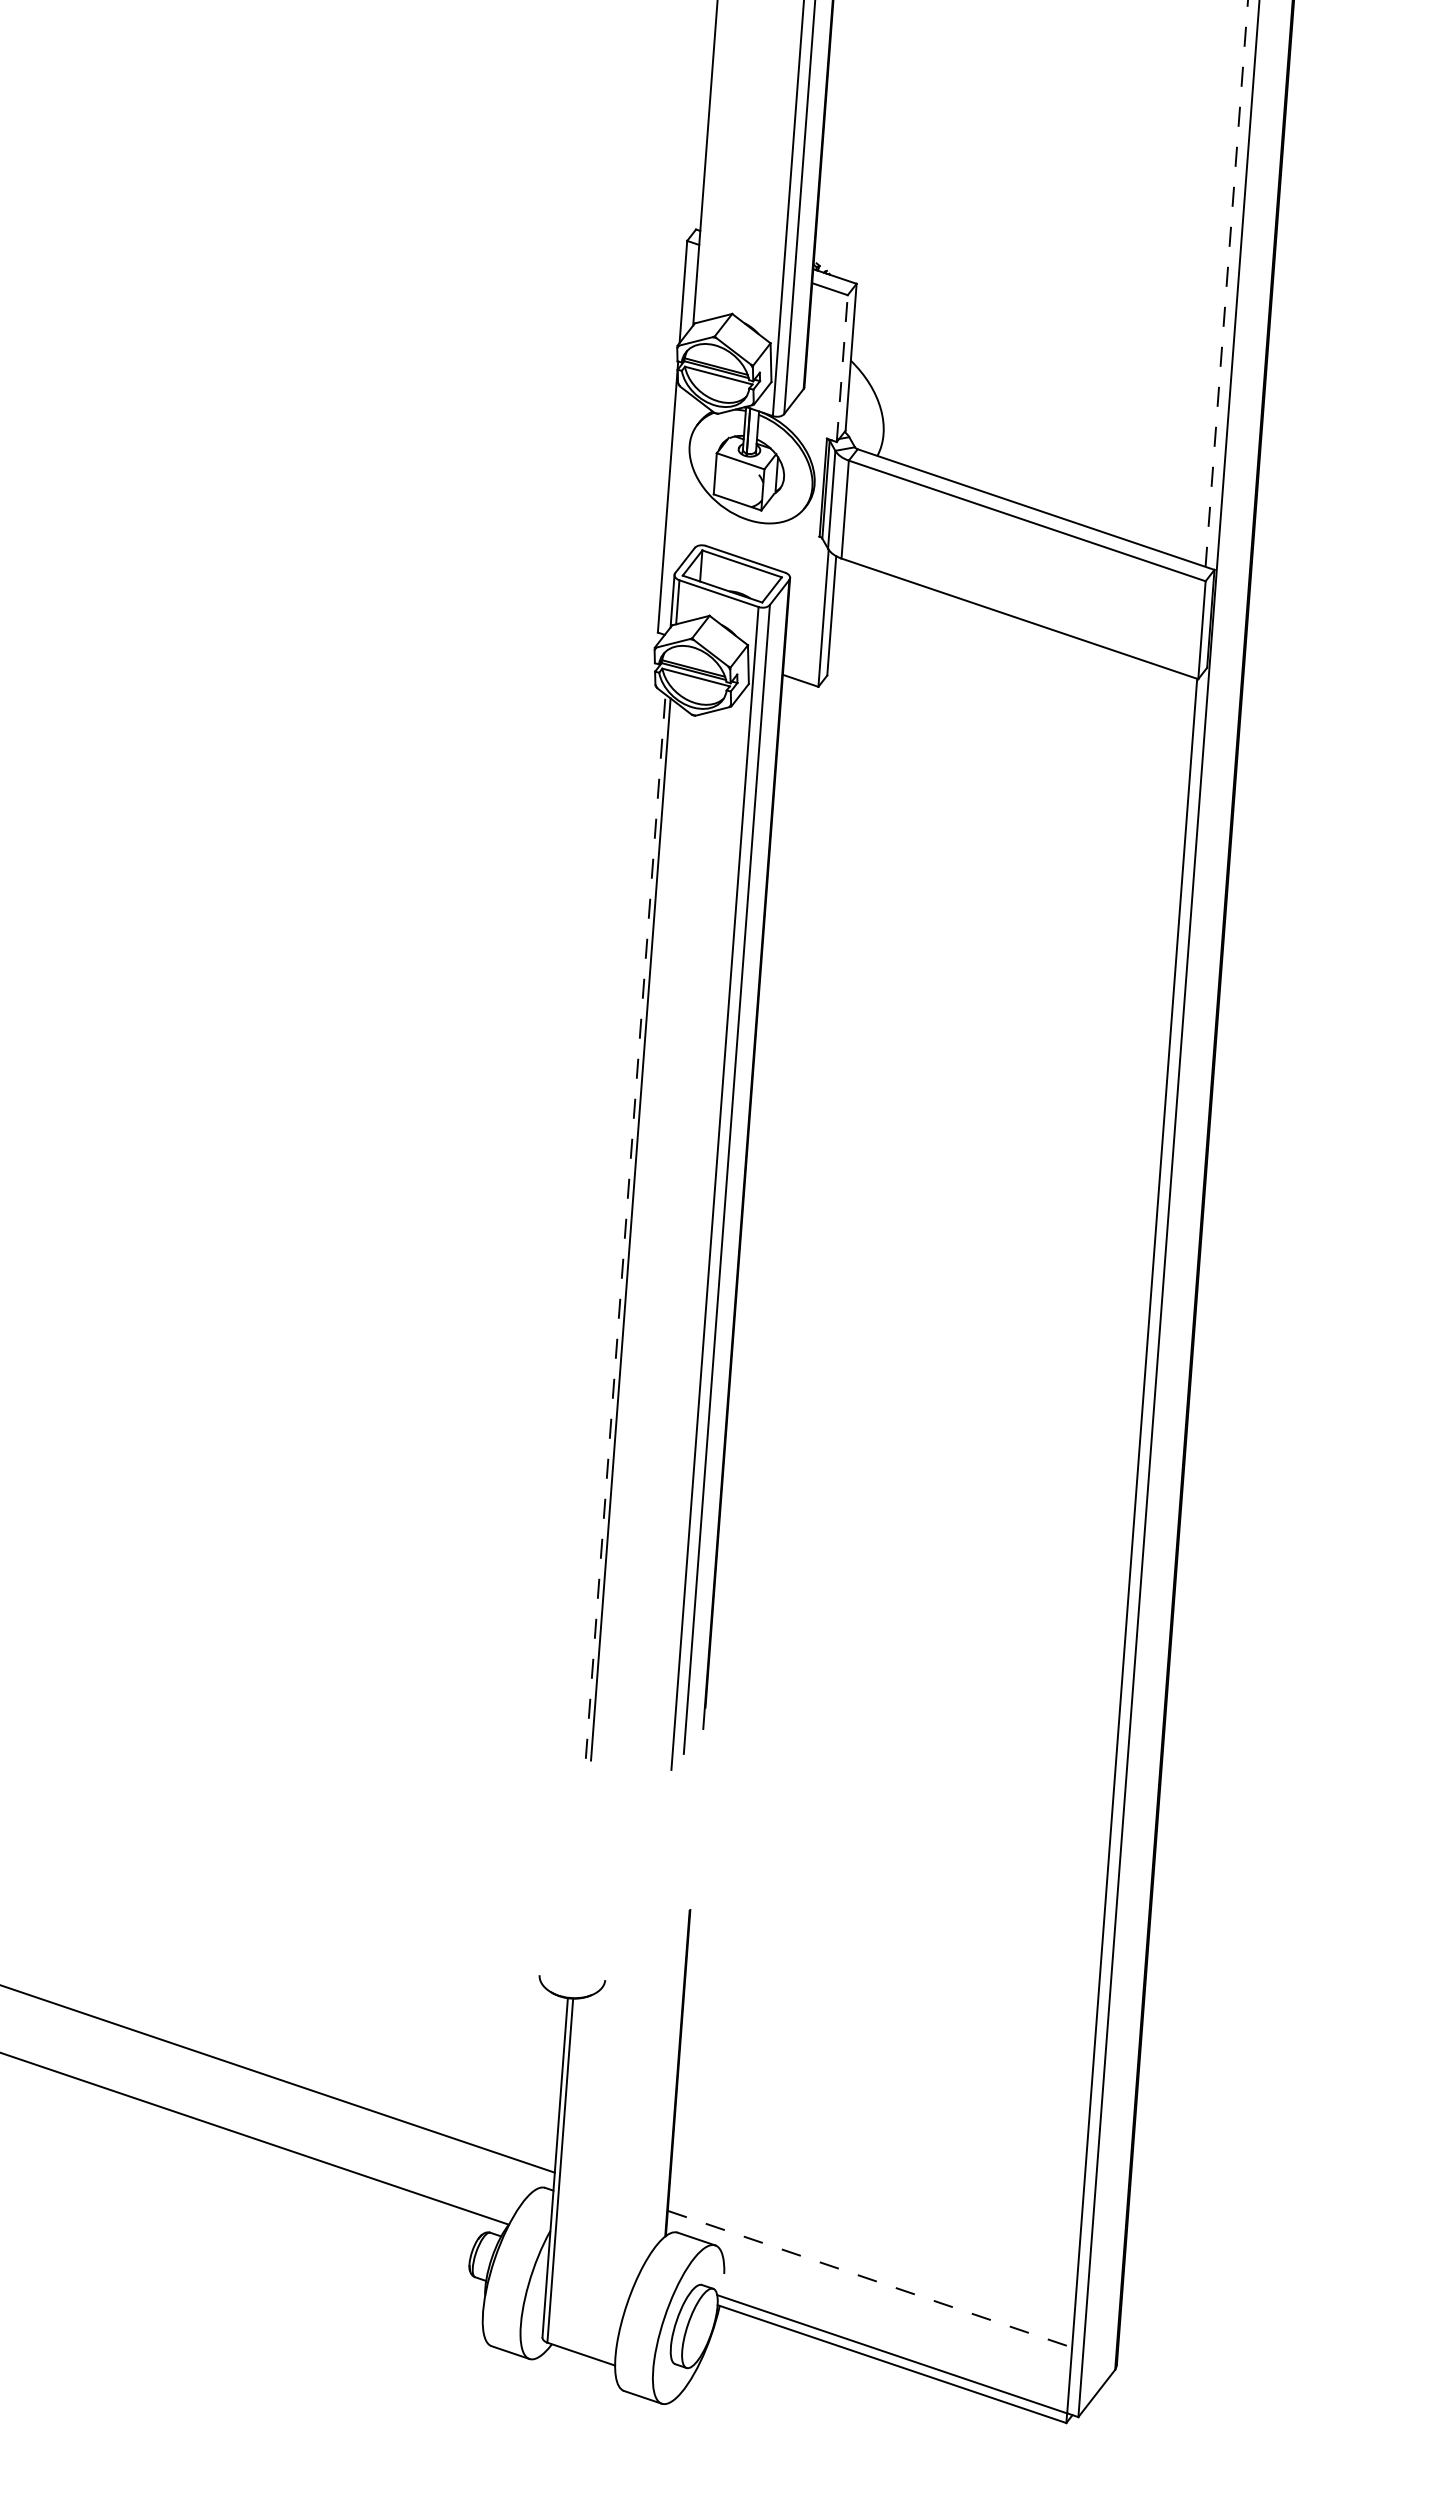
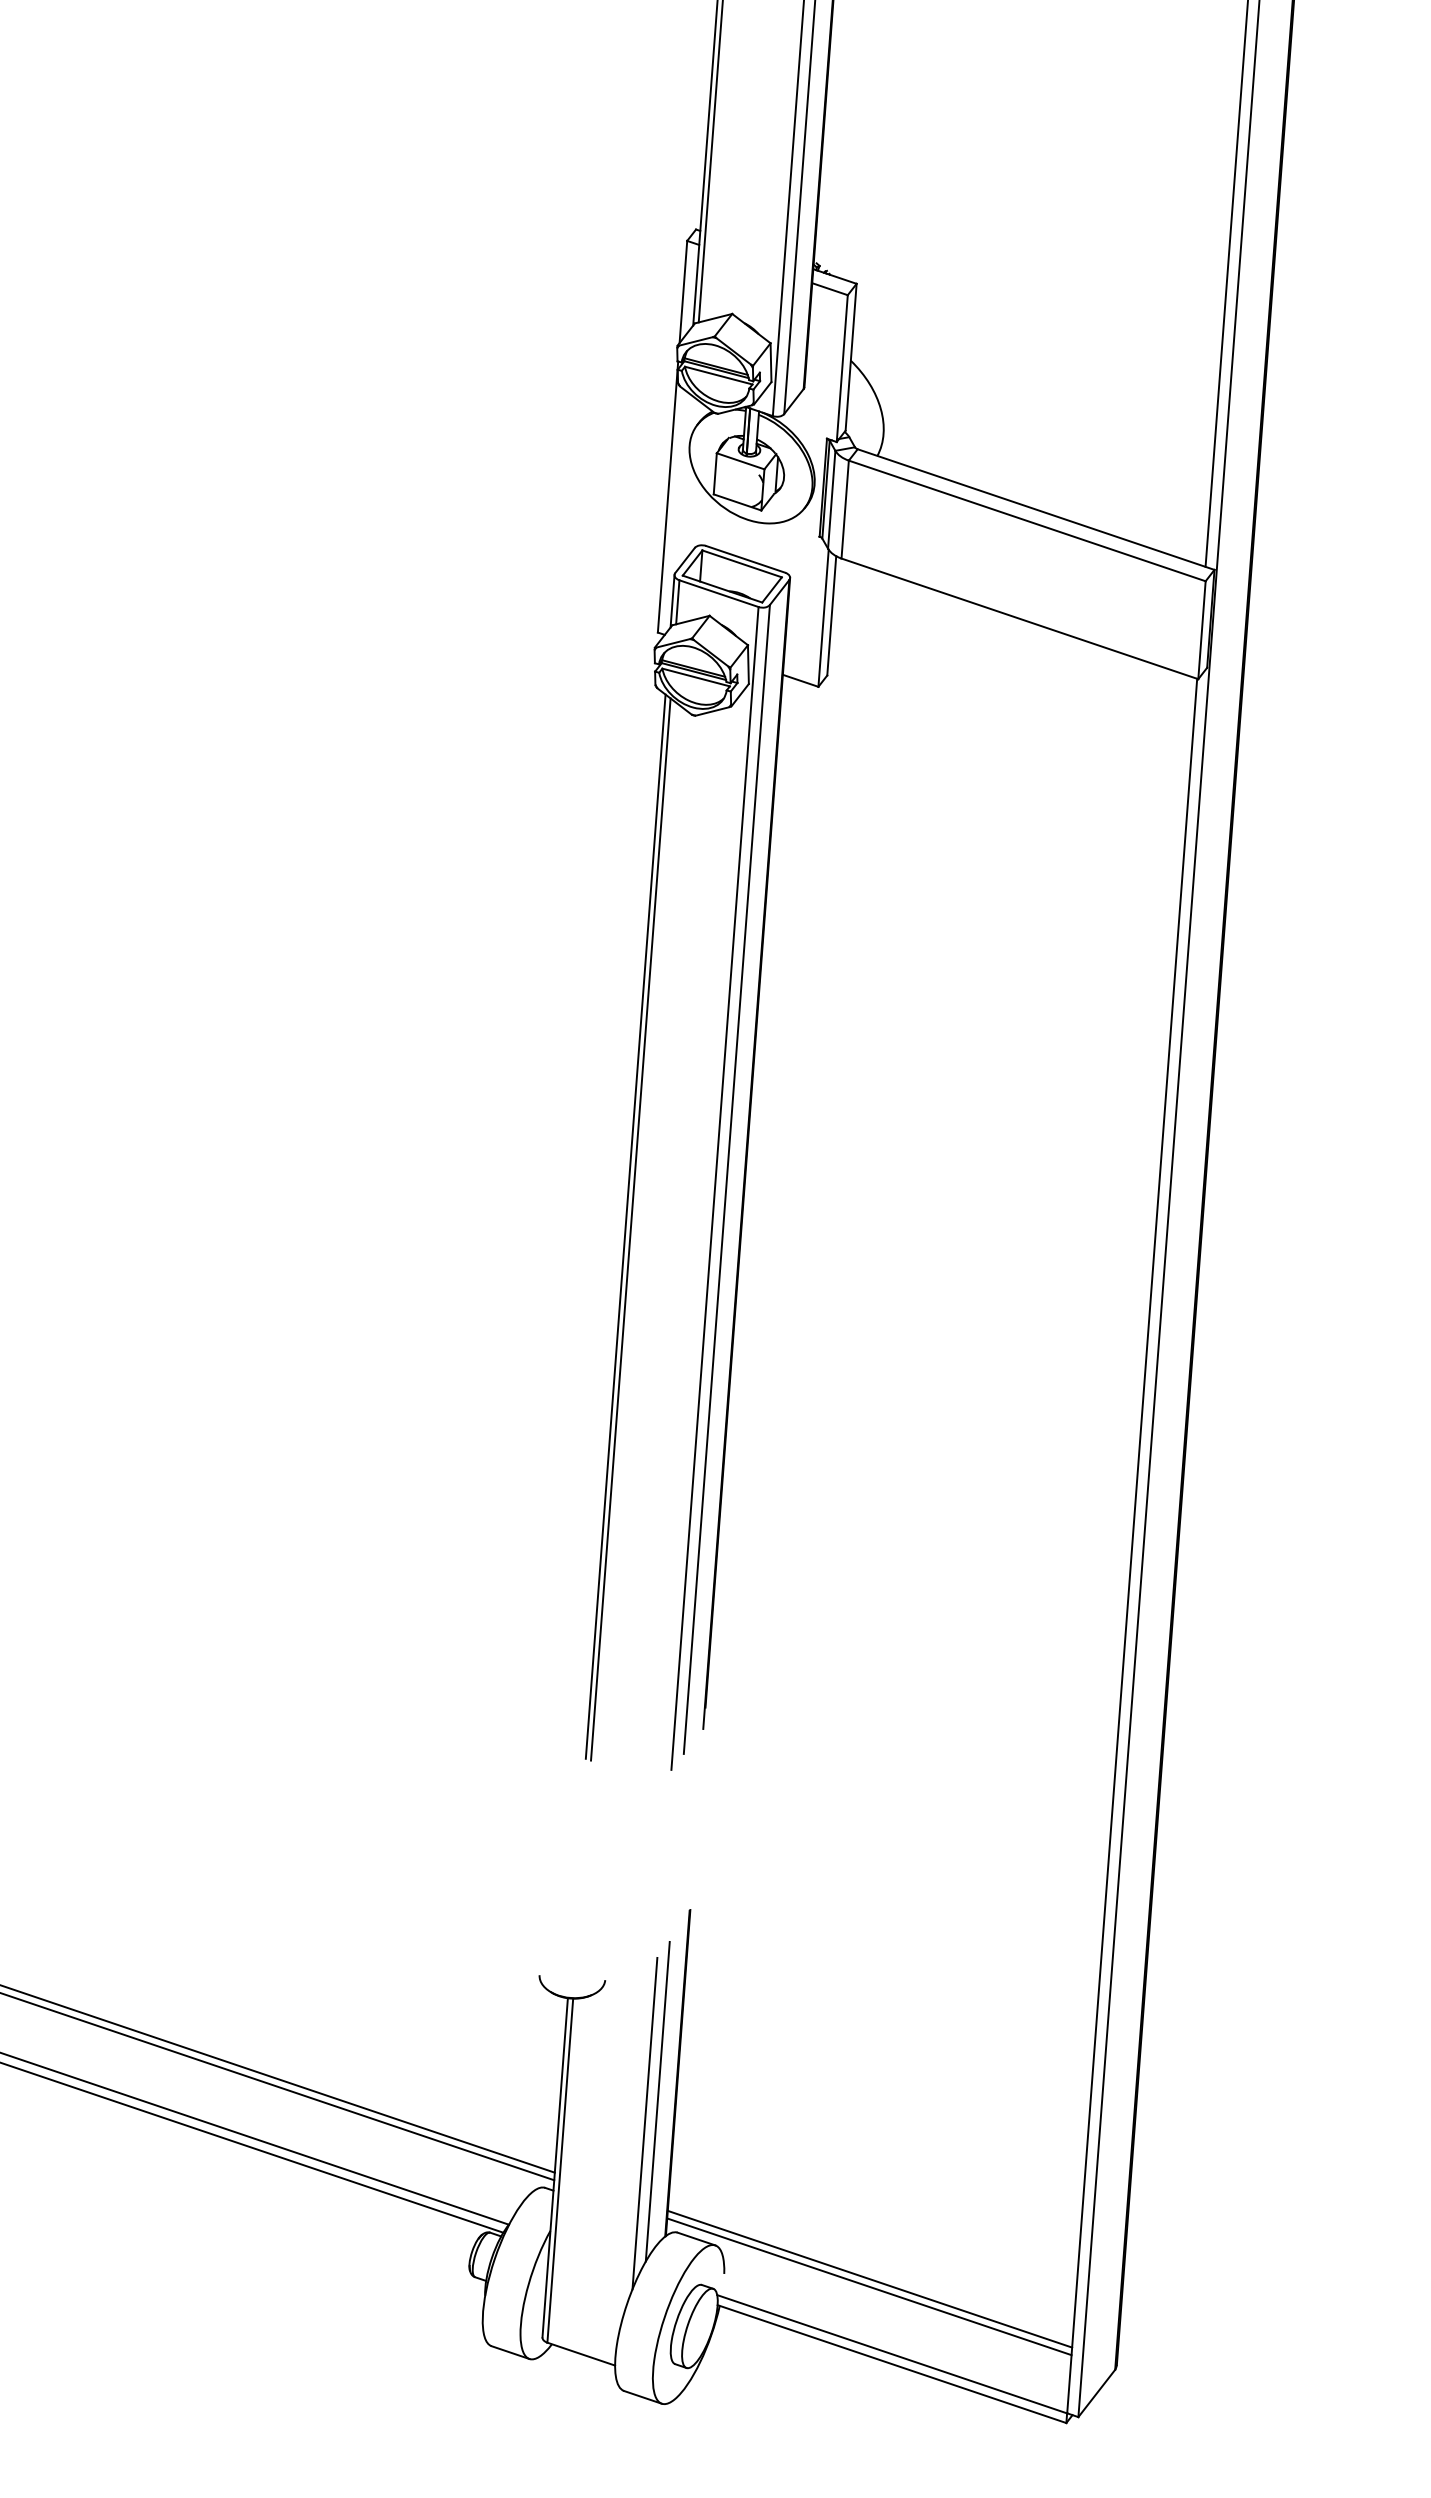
line at (710, 162): none -> present
line at (1226, 283): dashed -> solid
line at (842, 368): dashed -> solid
line at (625, 1226): dashed -> solid
line at (278, 2086): none -> present
line at (657, 2101): none -> present
line at (644, 2123): none -> present
line at (252, 2147): none -> present
line at (870, 2279): dashed -> solid
line at (869, 2286): none -> present
